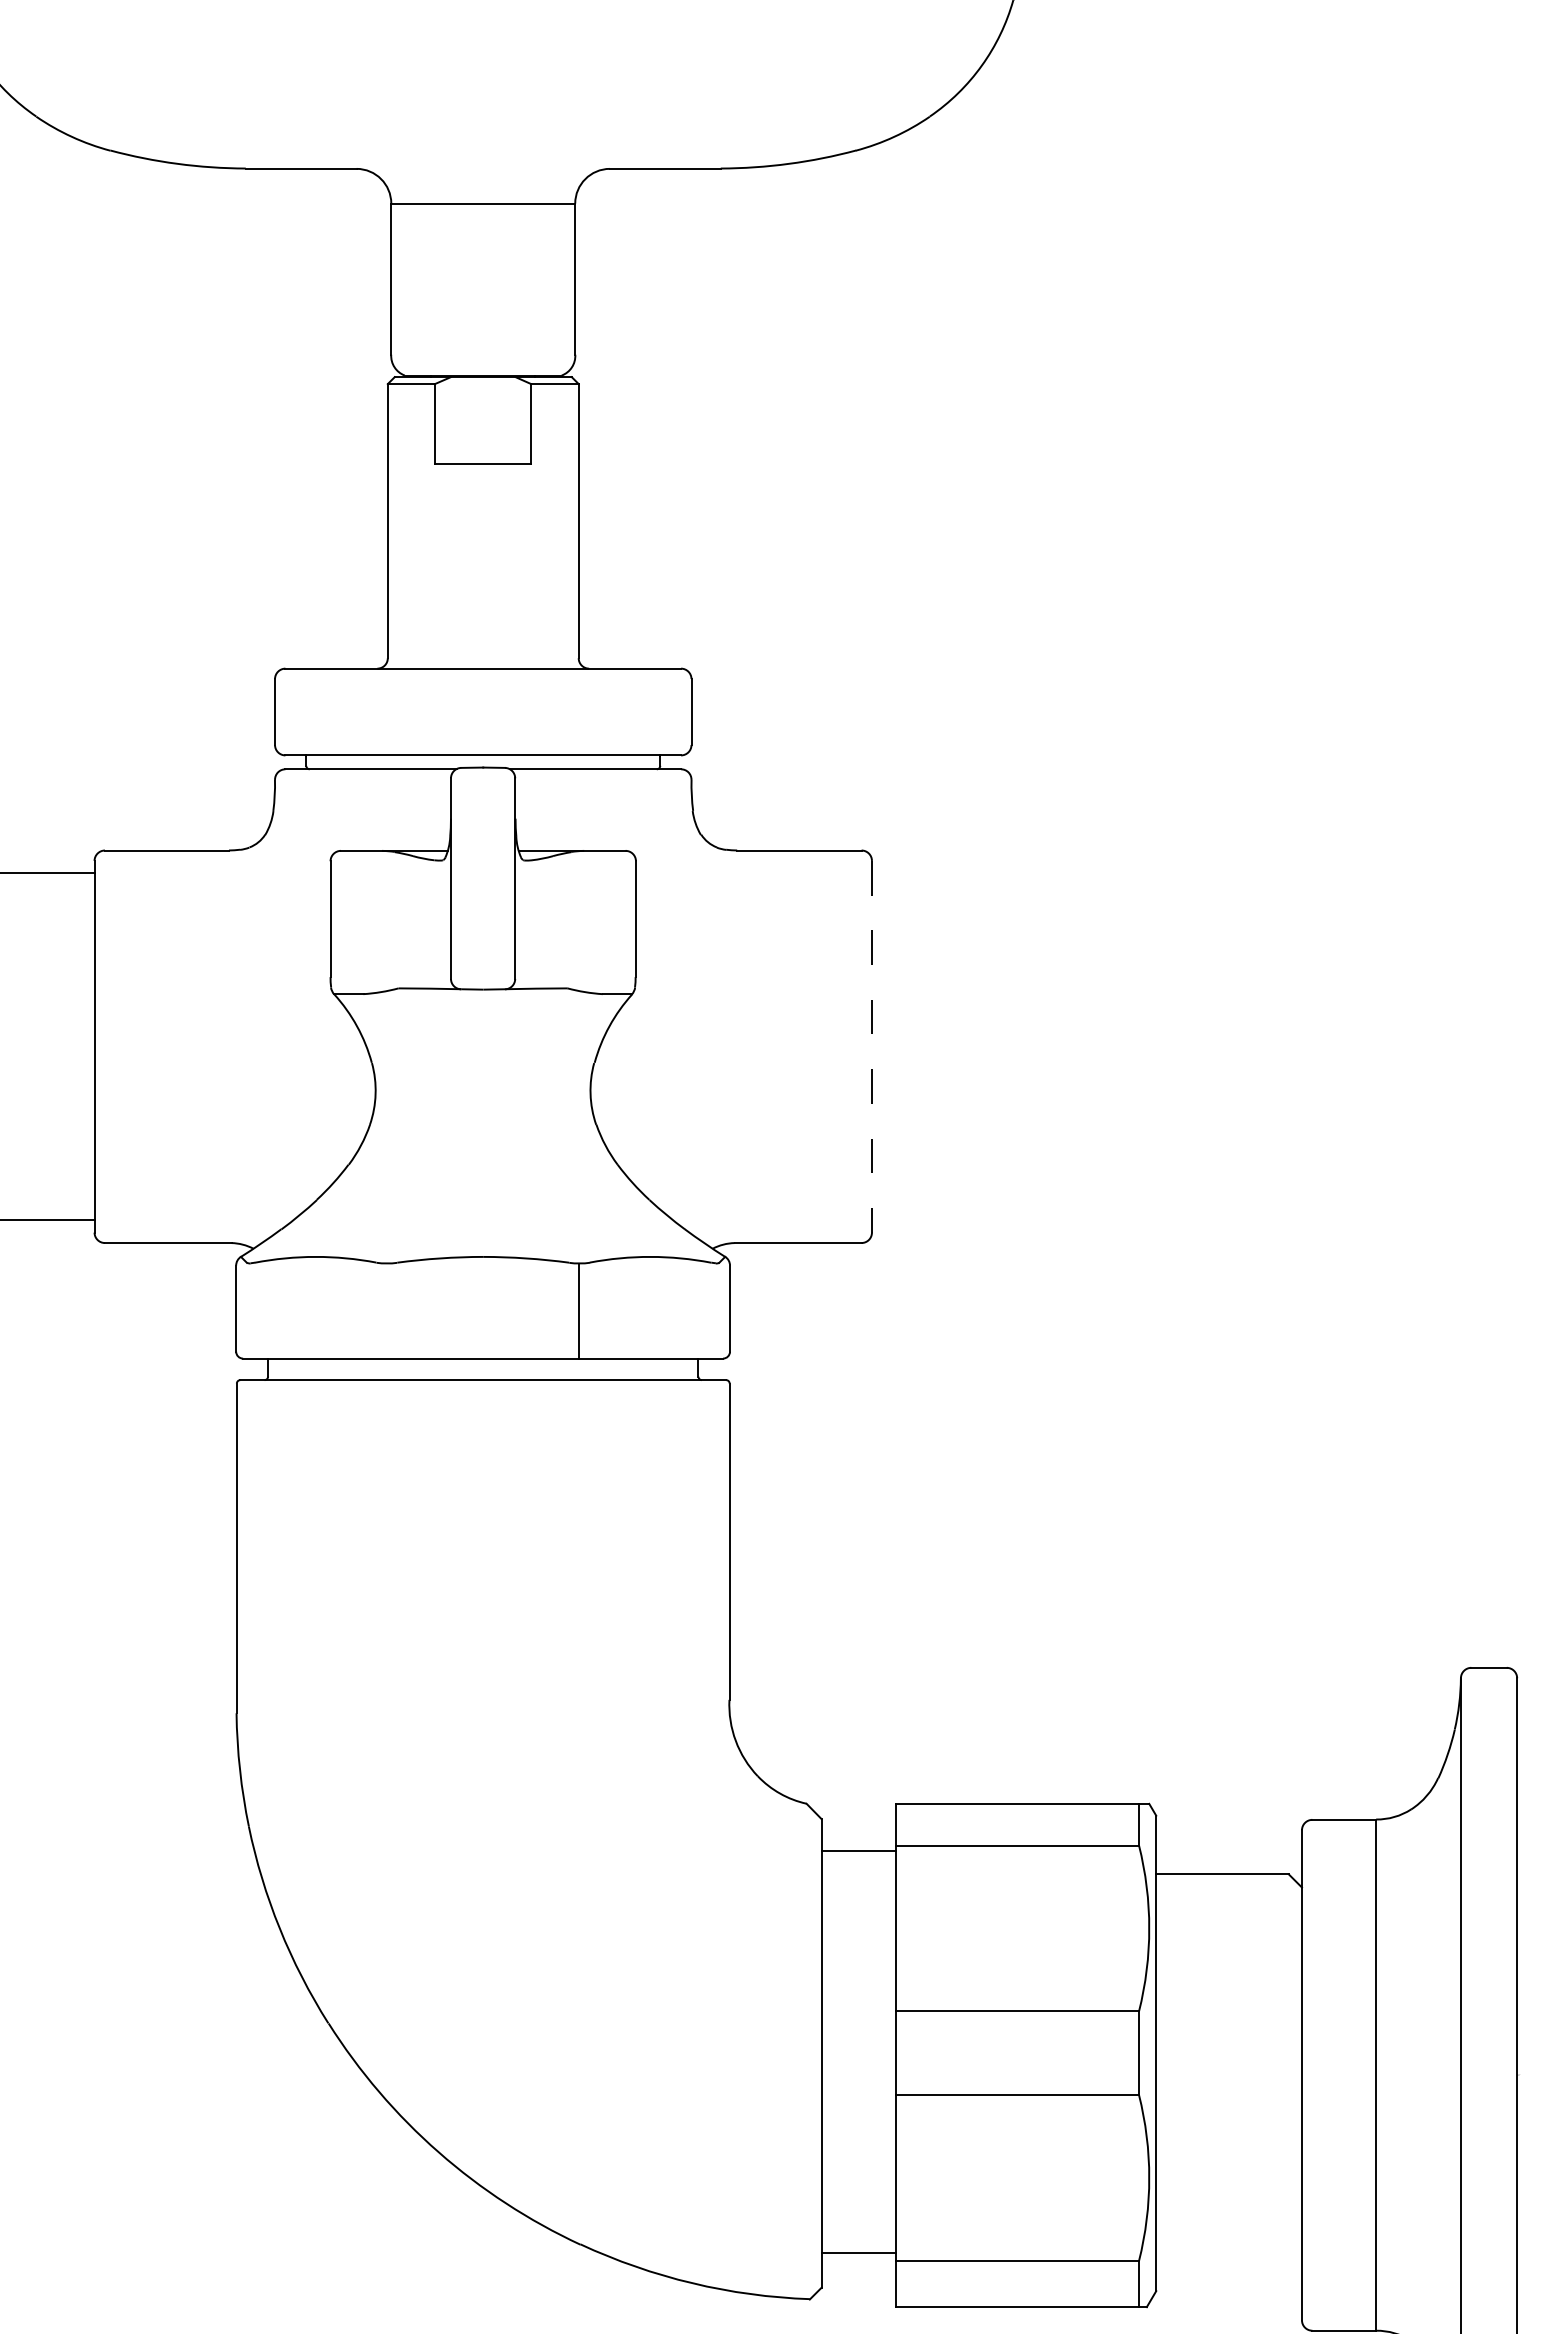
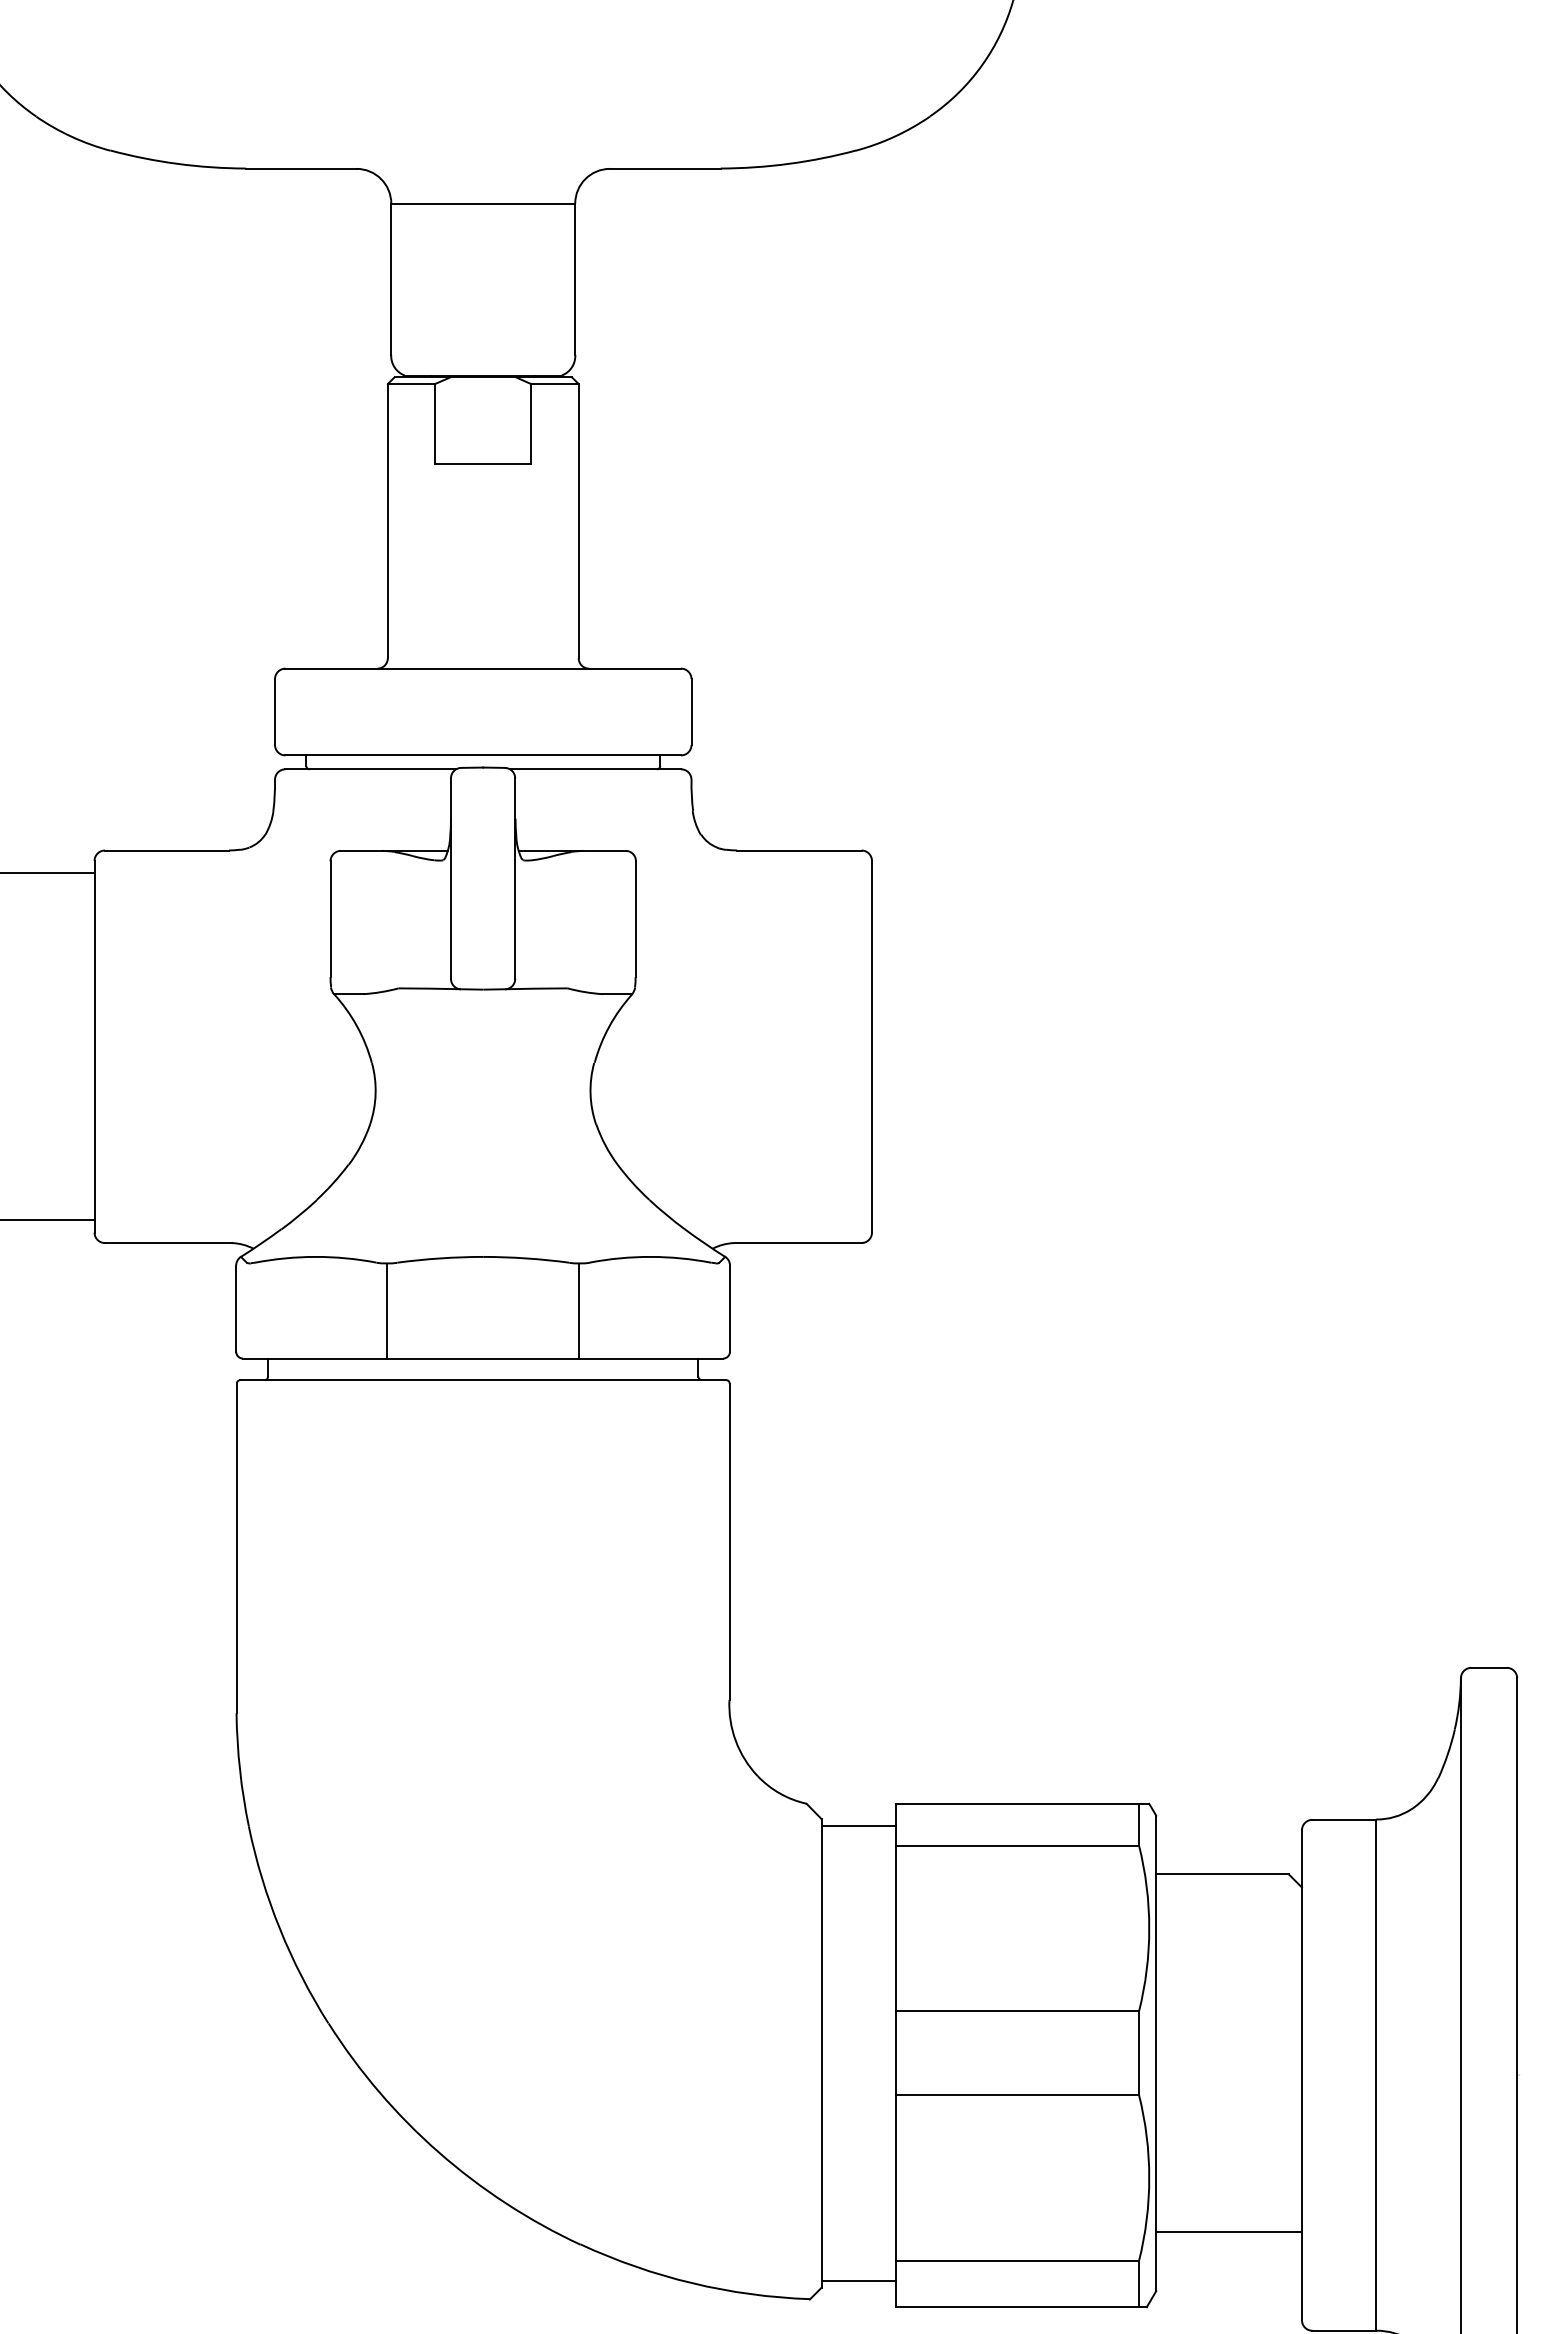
line at (871, 1046): dashed -> solid
line at (386, 1310): none -> present
line at (858, 1850) position: (858, 1850) -> (858, 1825)
line at (1228, 2232): none -> present
line at (858, 2252) position: (858, 2252) -> (858, 2280)
